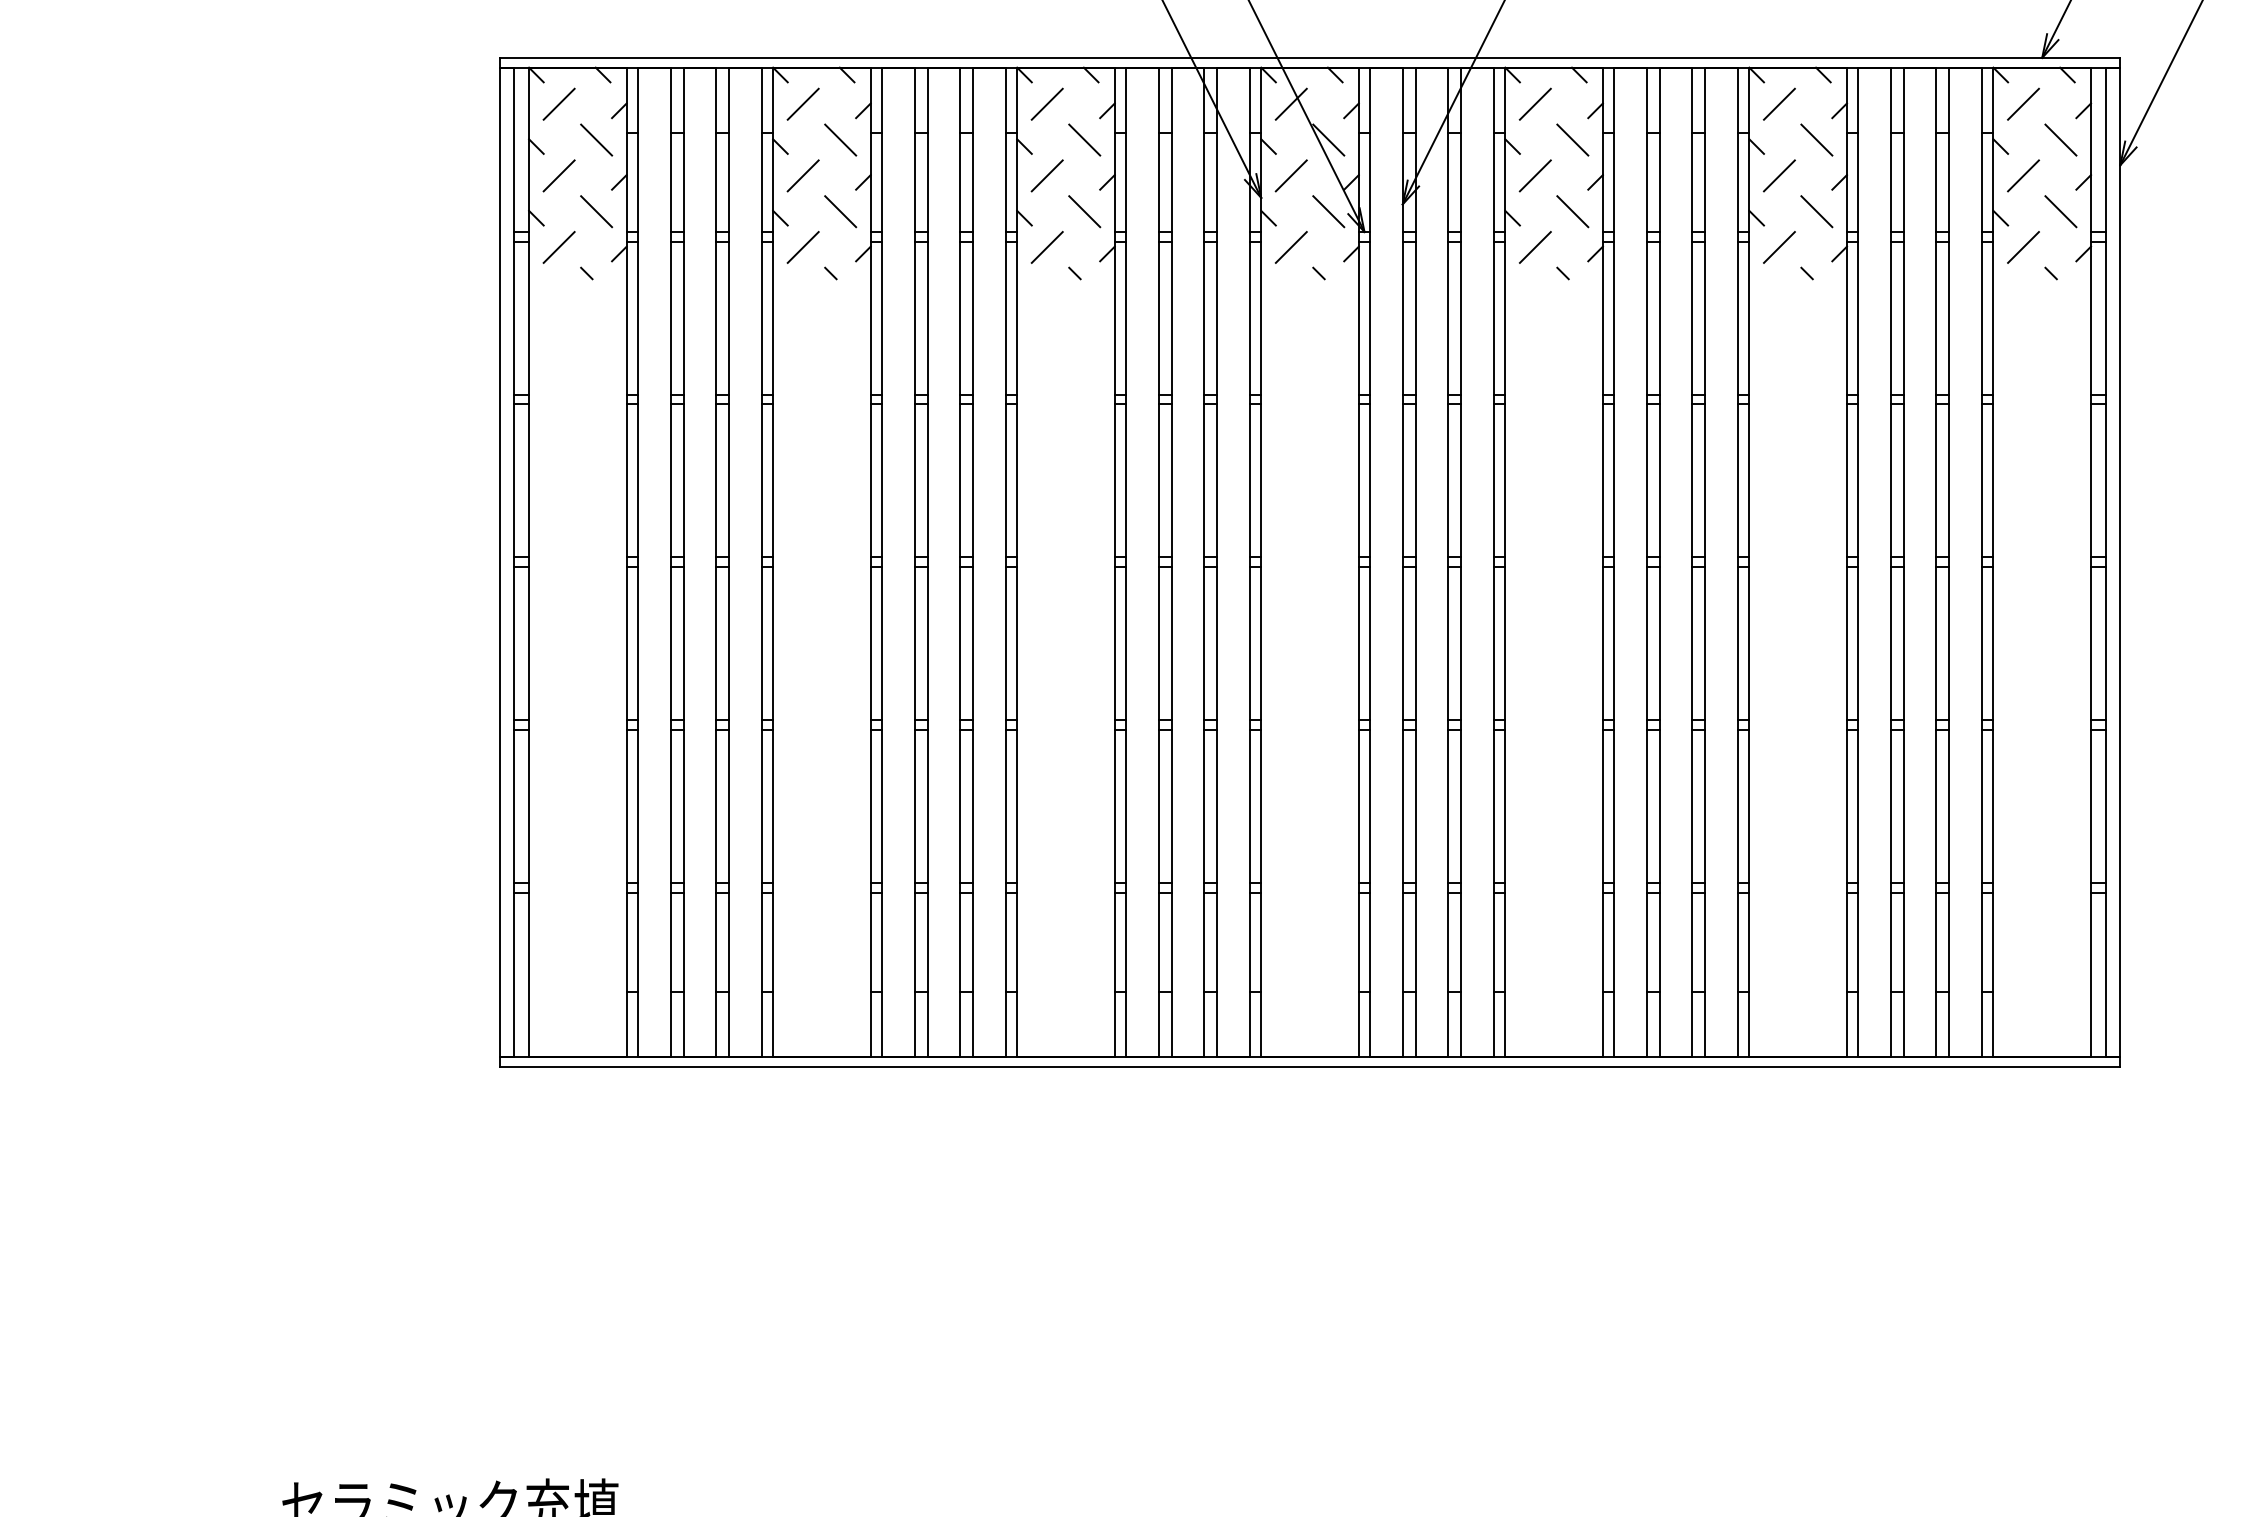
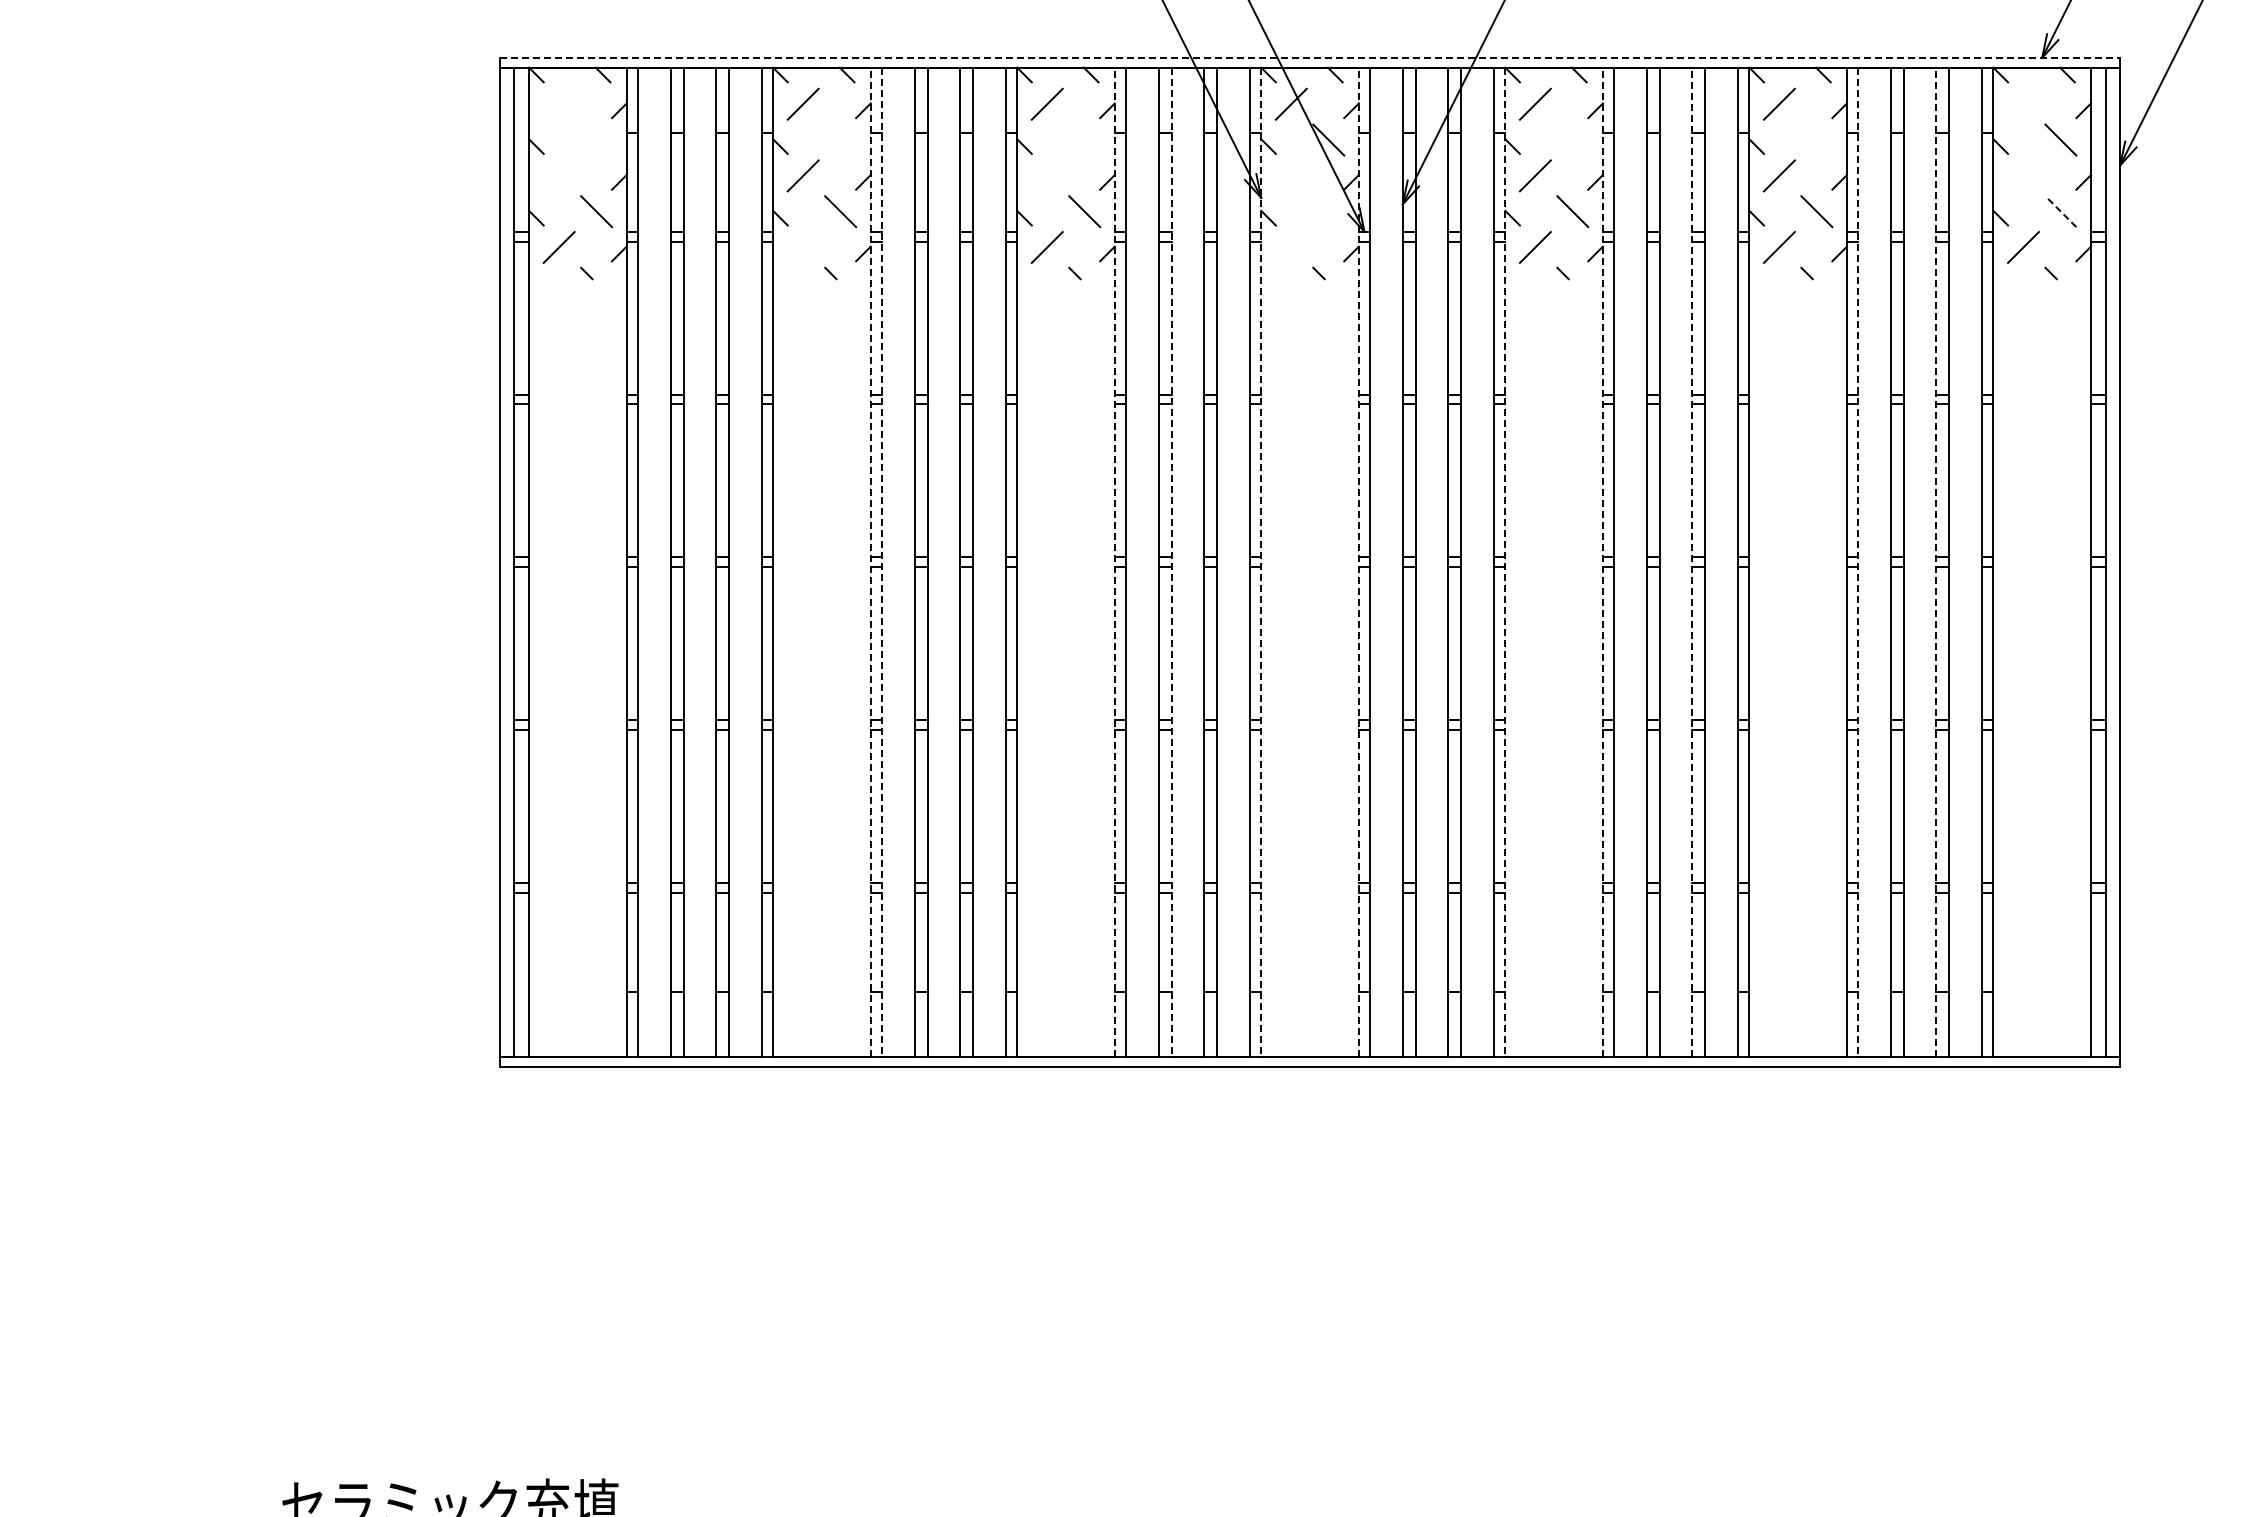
line at (1310, 57): solid -> dashed
line at (558, 103): present -> none
line at (2023, 103): present -> none
line at (596, 139): present -> none
line at (840, 139): present -> none
line at (1084, 139): present -> none
line at (1572, 139): present -> none
line at (1816, 139): present -> none
line at (558, 175): present -> none
line at (1046, 175): present -> none
line at (1290, 175): present -> none
line at (2023, 175): present -> none
line at (1328, 211): present -> none
line at (2060, 211): solid -> dashed
line at (802, 247): present -> none
line at (1290, 247): present -> none
line at (870, 562): solid -> dashed
line at (882, 562): solid -> dashed
line at (1114, 562): solid -> dashed
line at (1171, 562): solid -> dashed
line at (1261, 562): solid -> dashed
line at (1358, 562): solid -> dashed
line at (1505, 562): solid -> dashed
line at (1602, 562): solid -> dashed
line at (1692, 562): solid -> dashed
line at (1858, 562): solid -> dashed
line at (1936, 562): solid -> dashed
